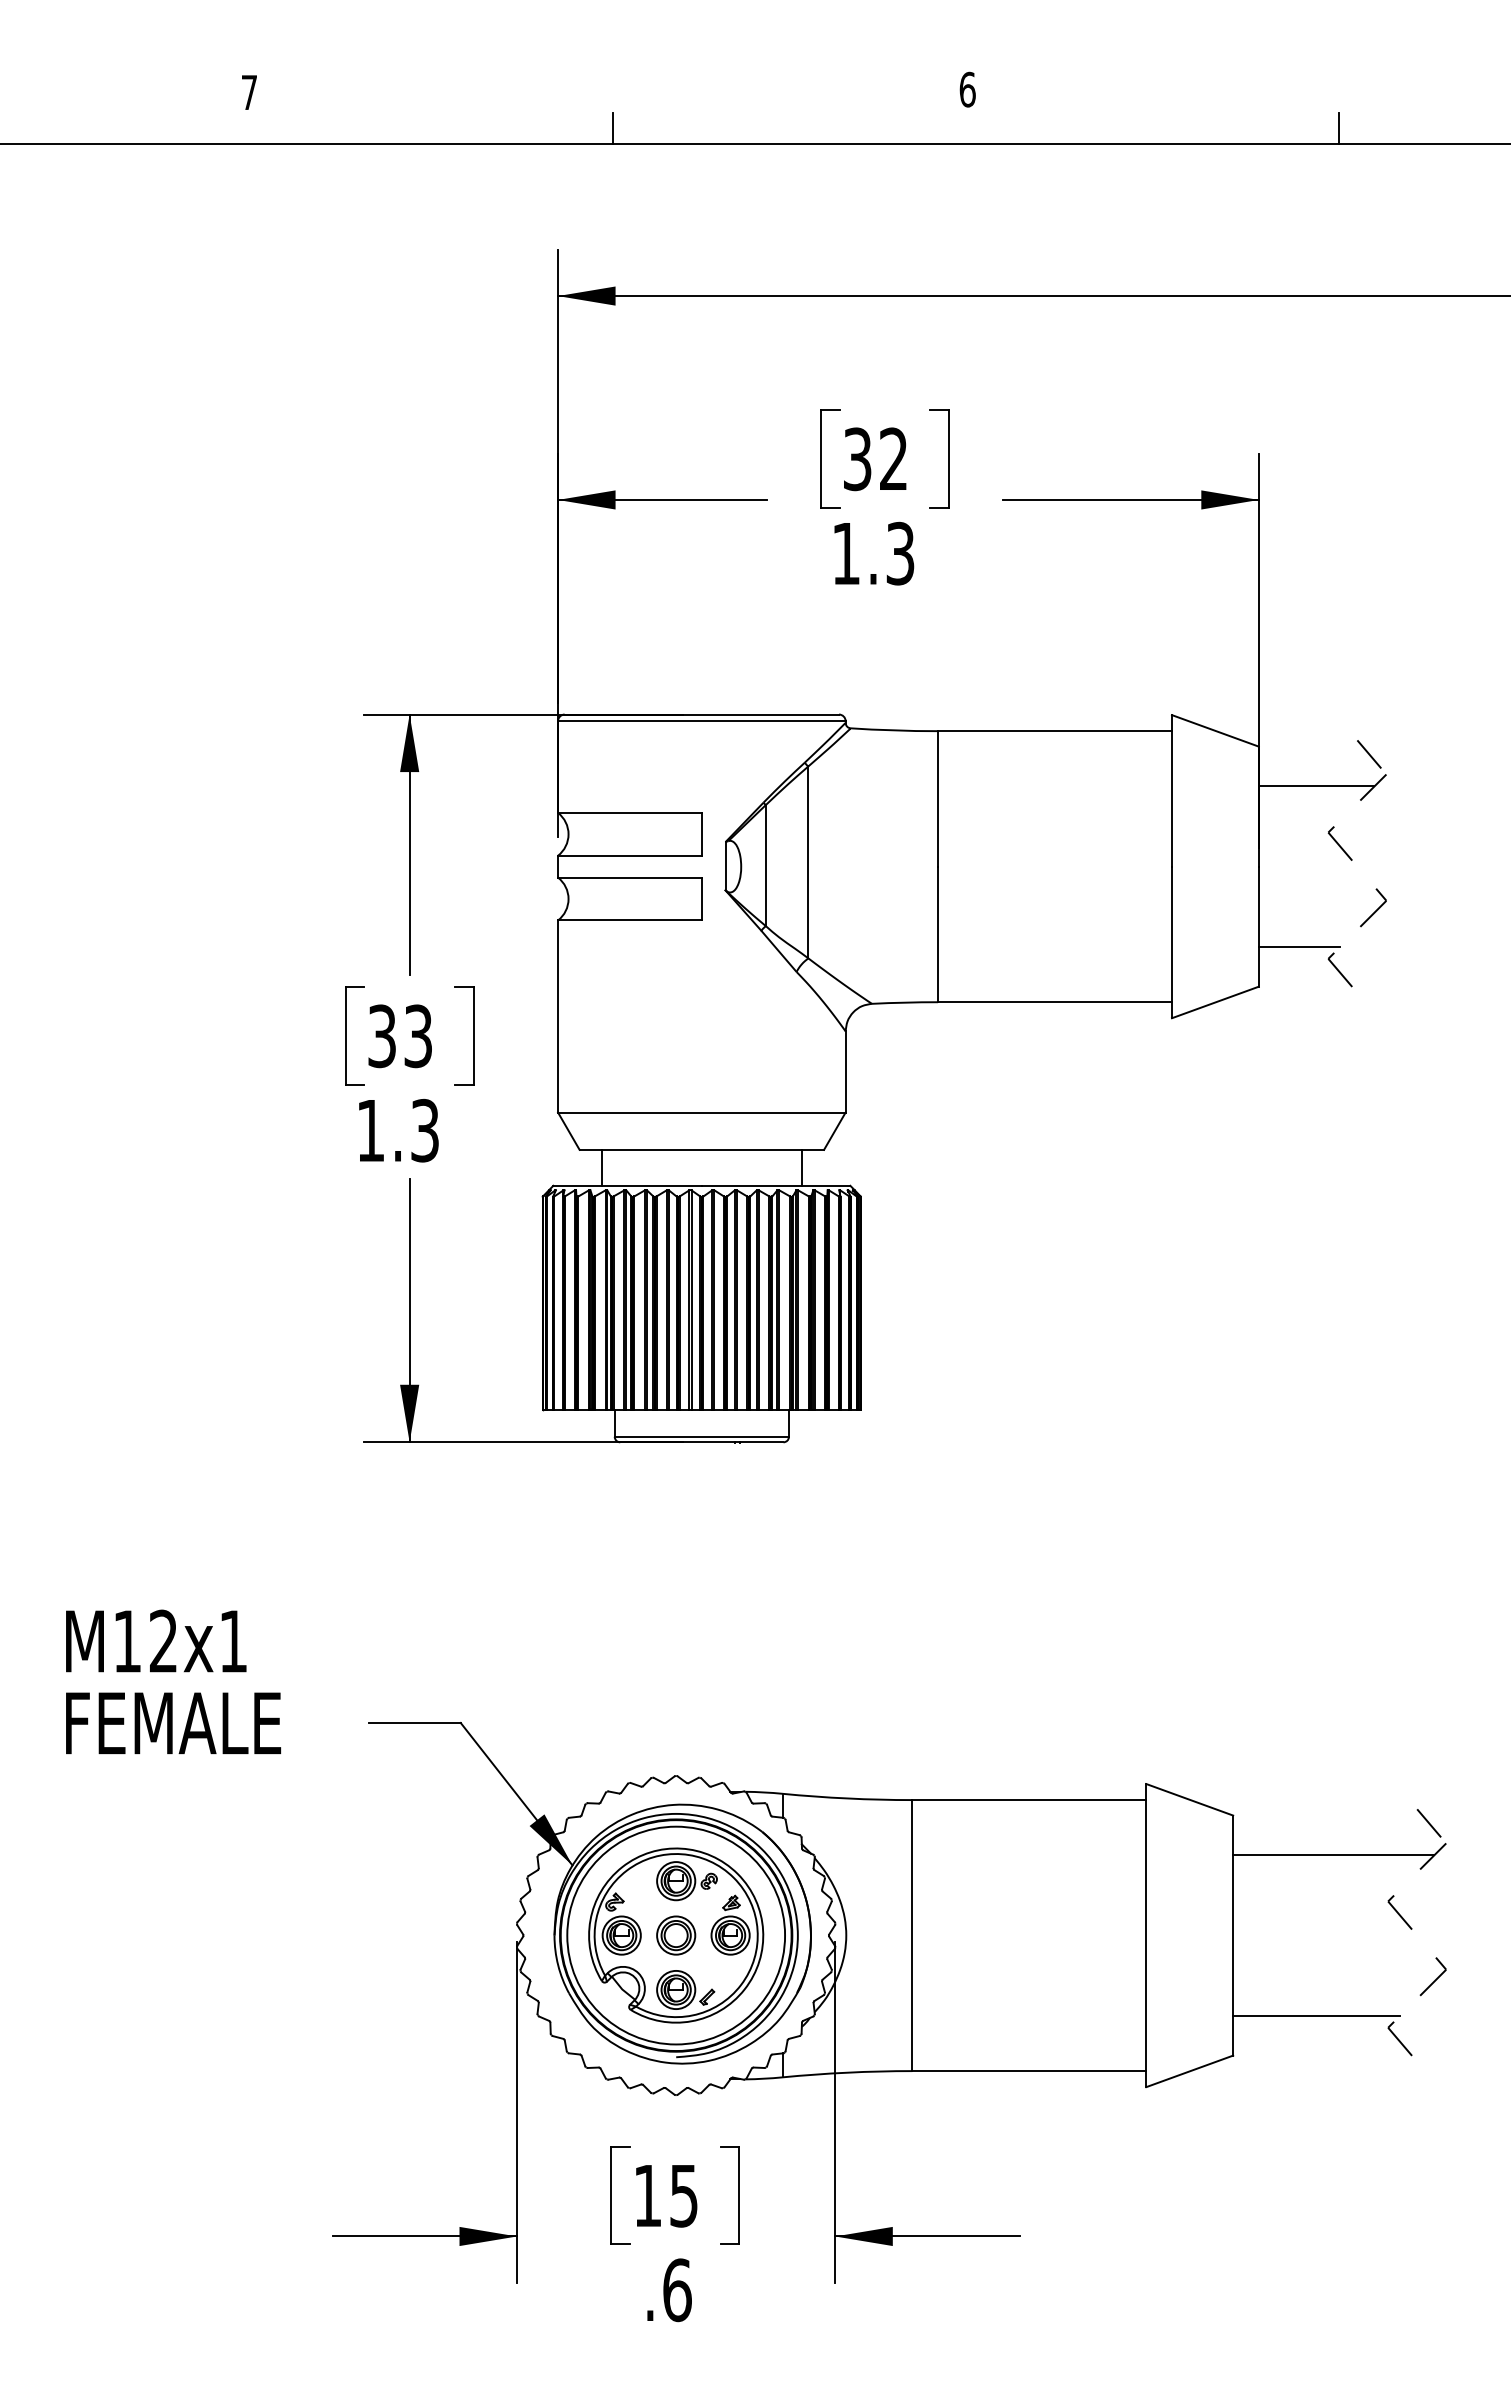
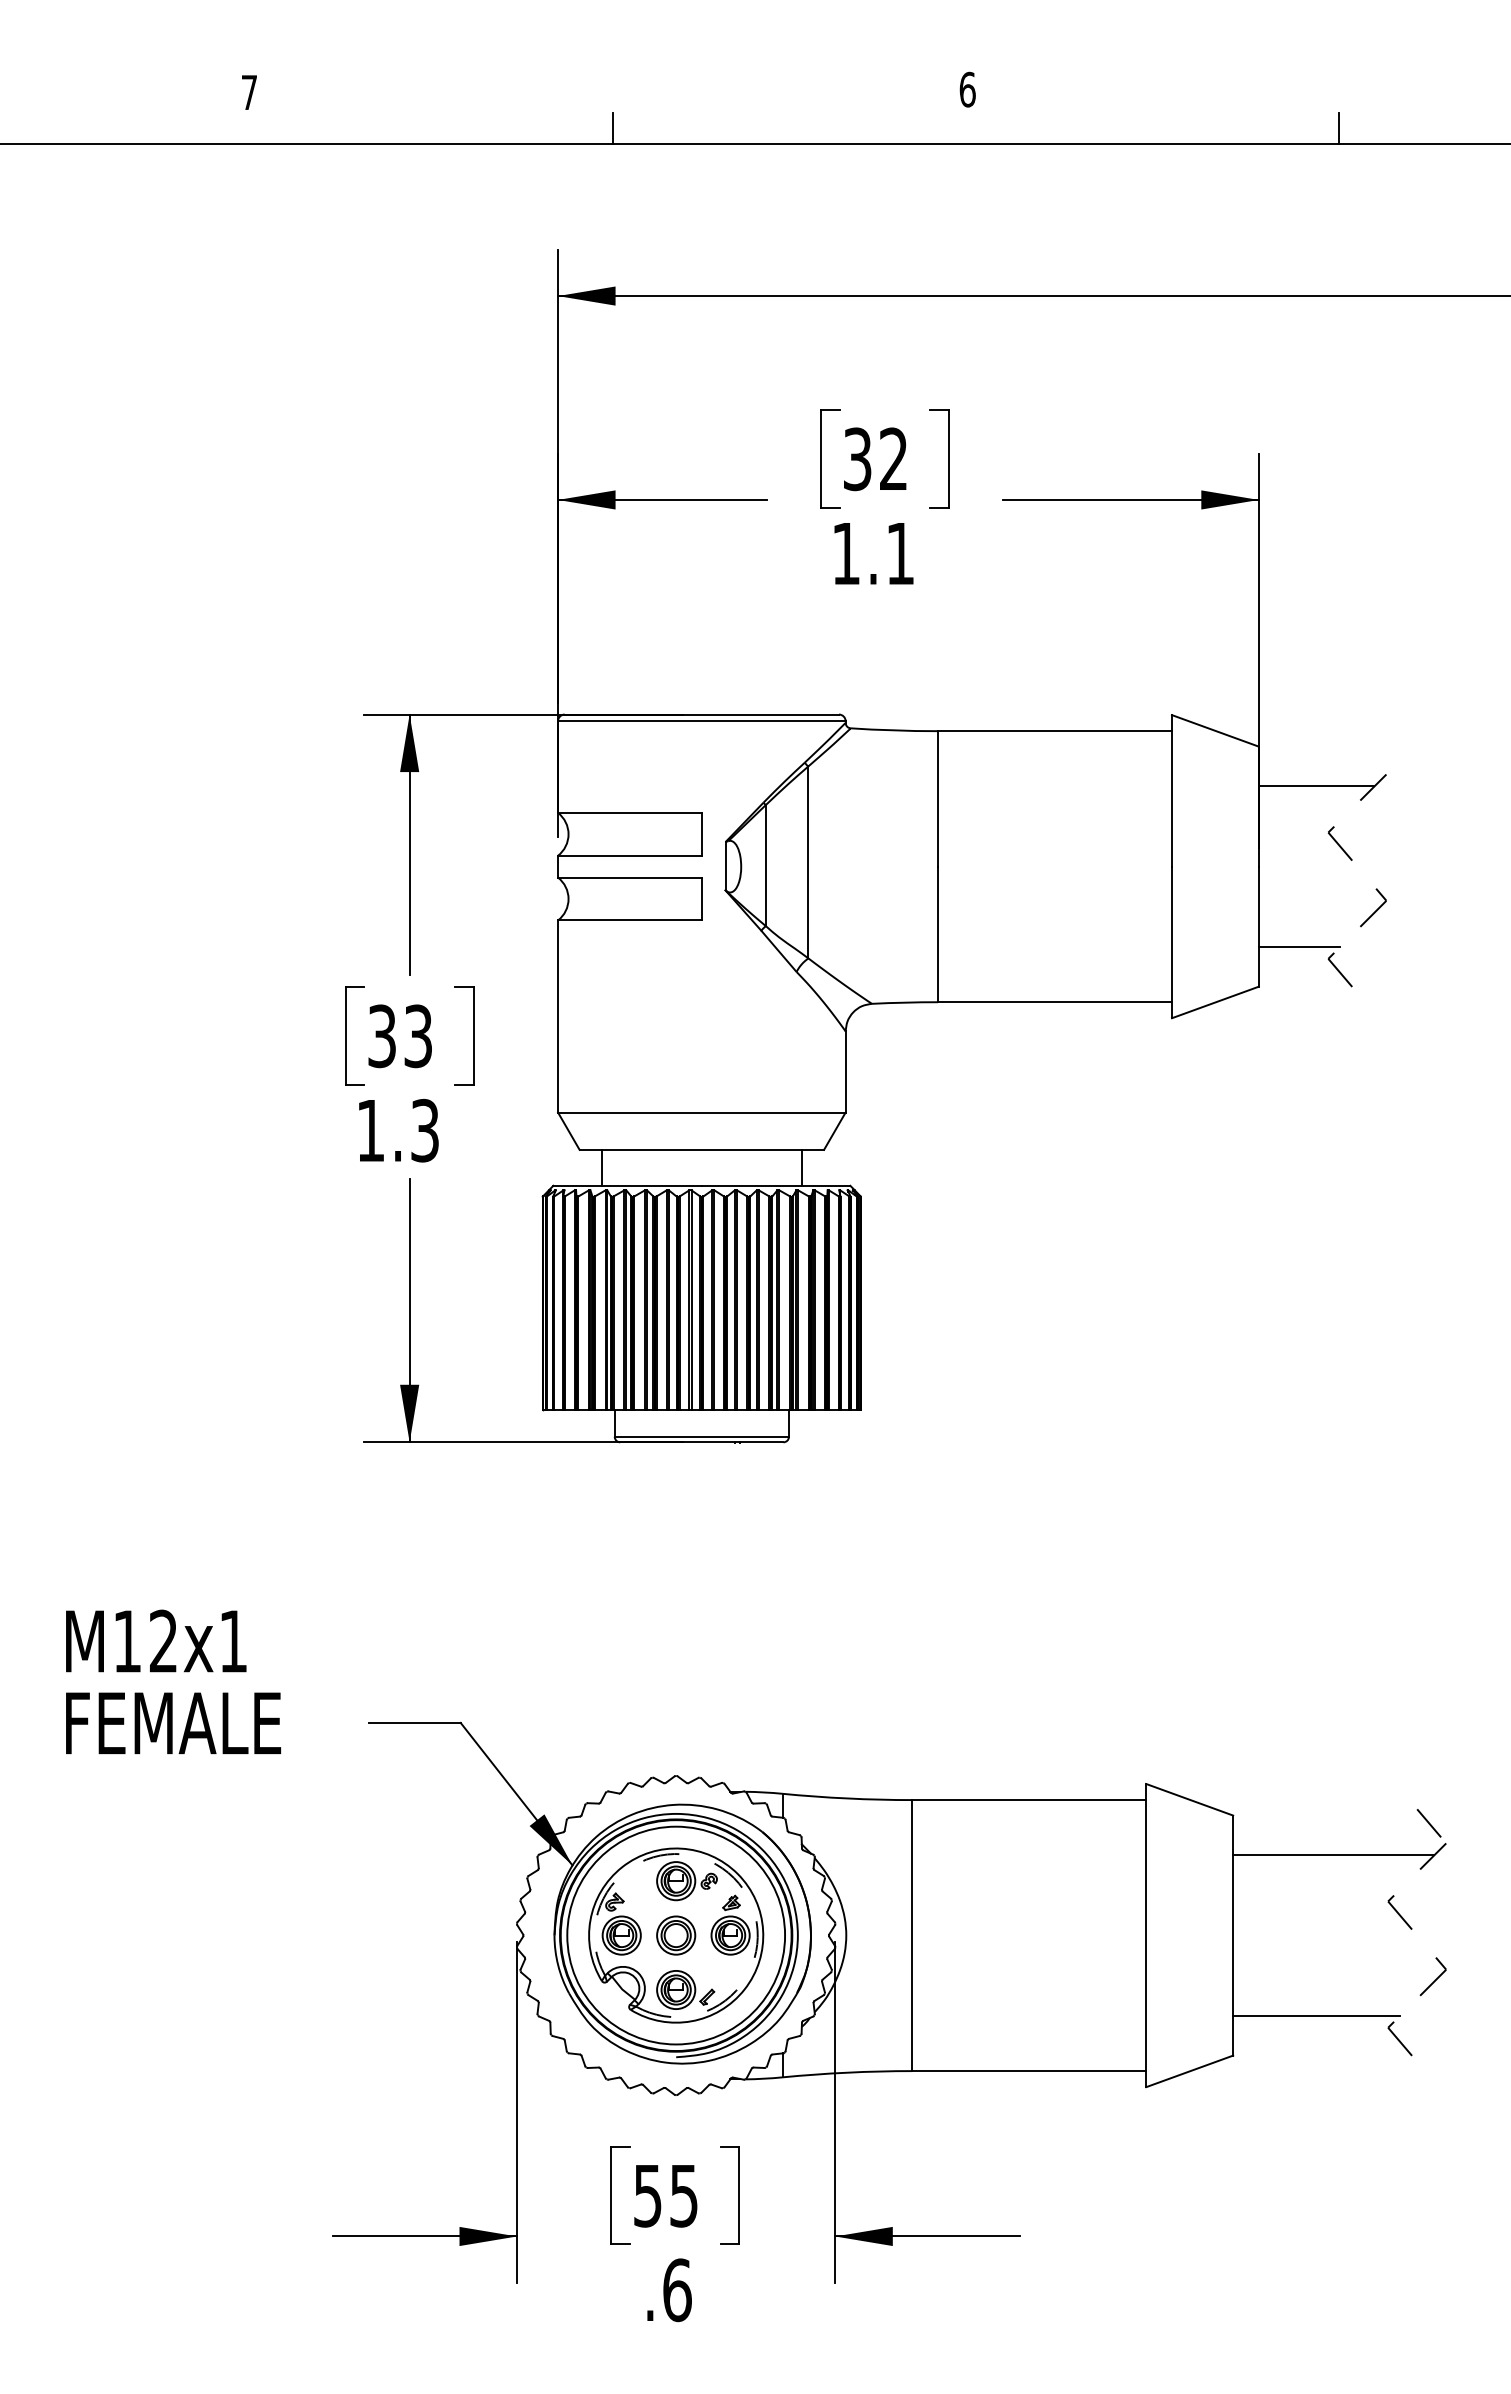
text at (900, 553): 1.3 -> 1.1
line at (1369, 754): present -> none
arc at (733, 1877): solid -> dashed
text at (647, 2196): 15 -> 55
